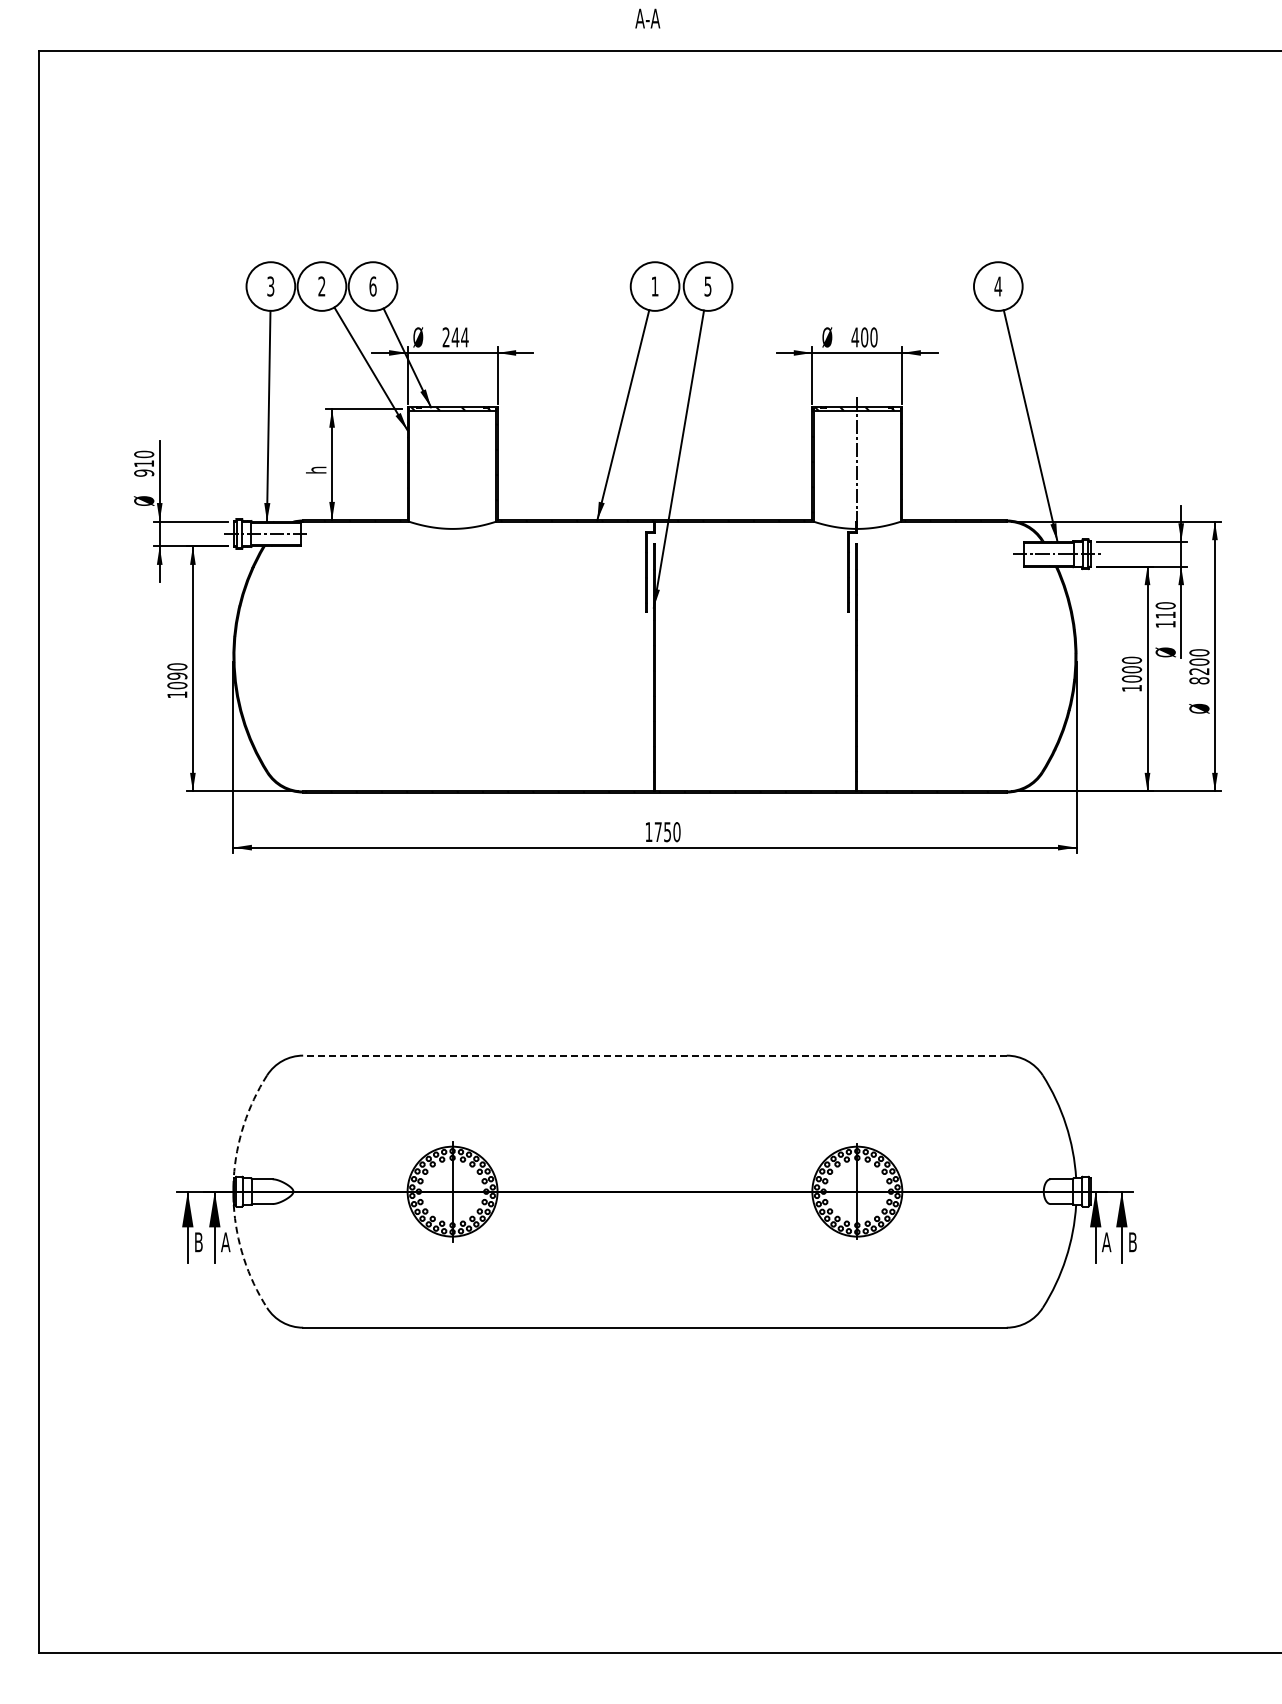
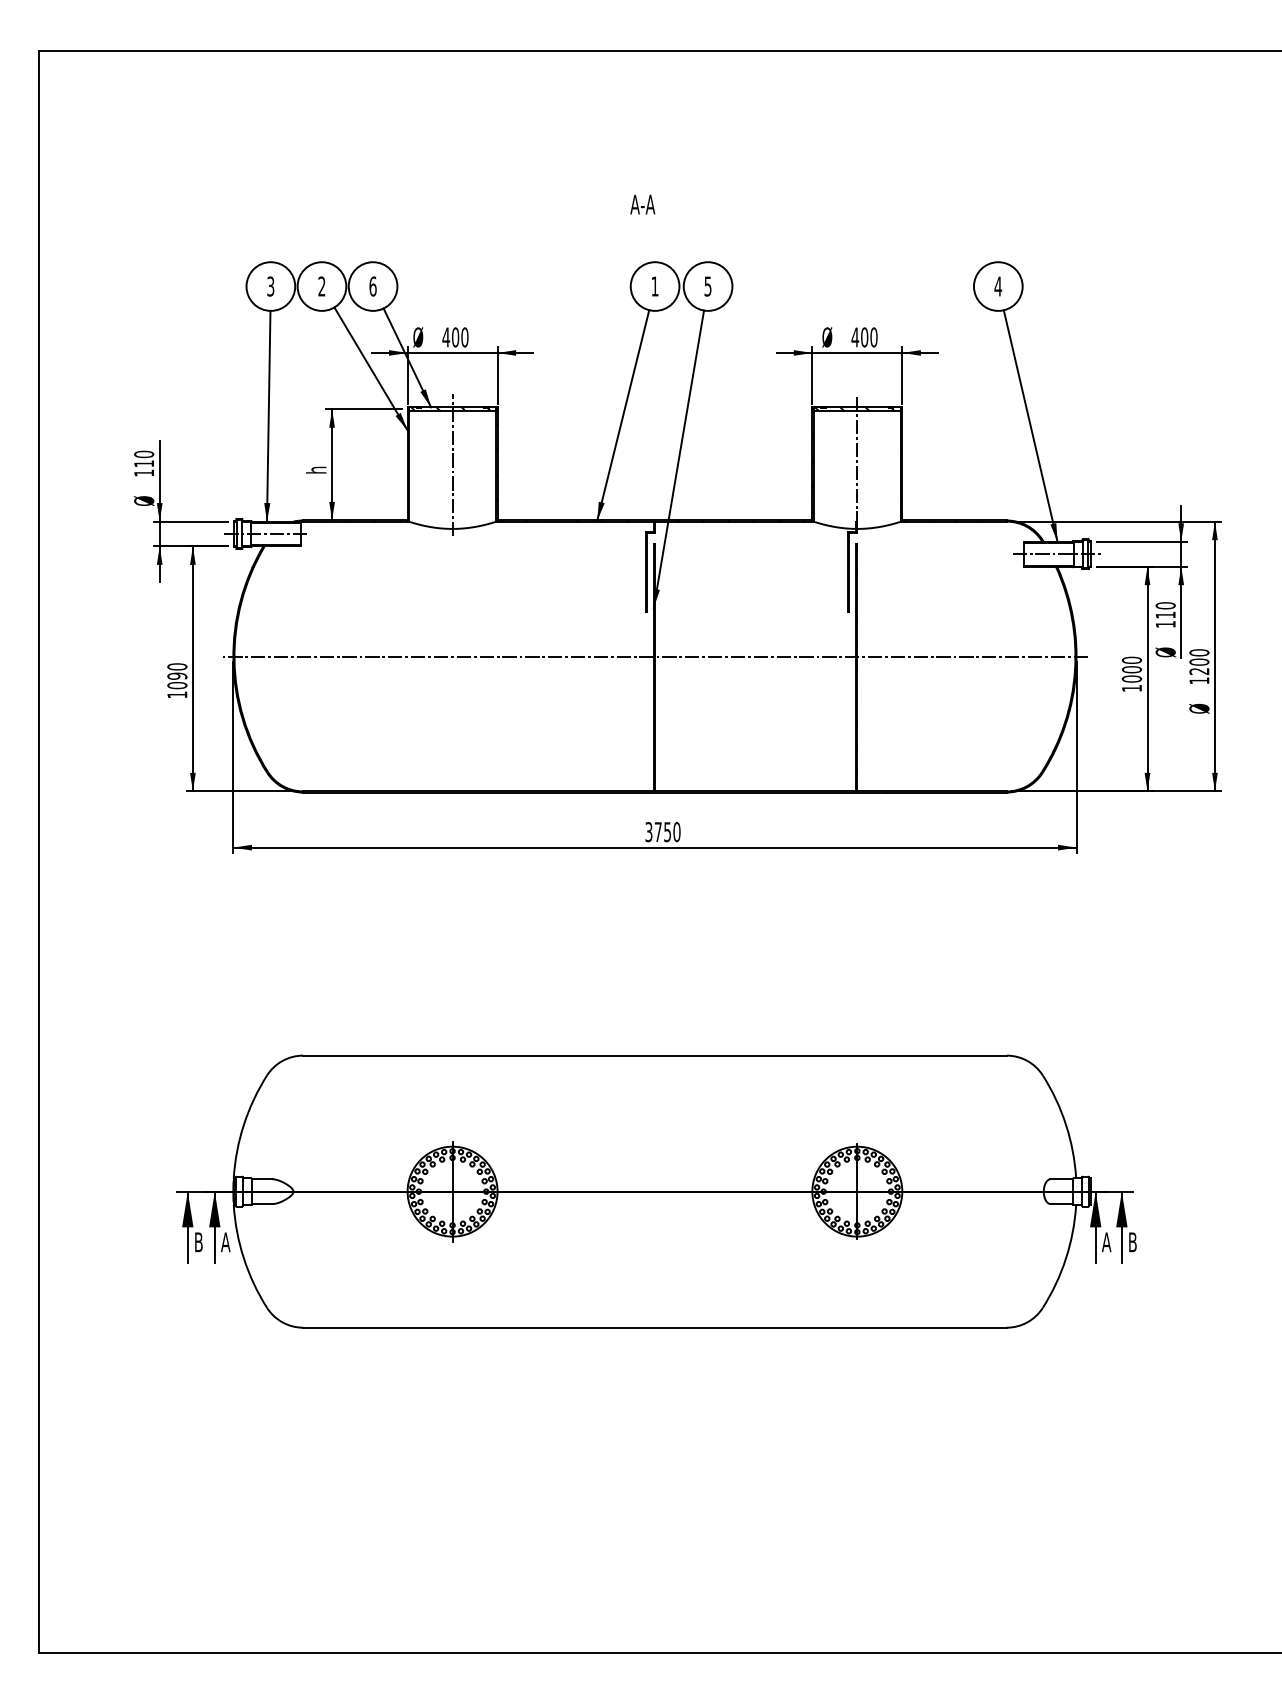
text at (647, 18) position: (647, 18) -> (642, 204)
text at (455, 337): 244 -> 400
line at (452, 464): none -> present
text at (144, 472): 910 -> 110
line at (654, 656): none -> present
text at (1199, 680): 8200 -> 1200
text at (648, 832): 1750 -> 3750
line at (654, 1055): dashed -> solid
arc at (243, 1124): dashed -> solid
arc at (243, 1258): dashed -> solid
